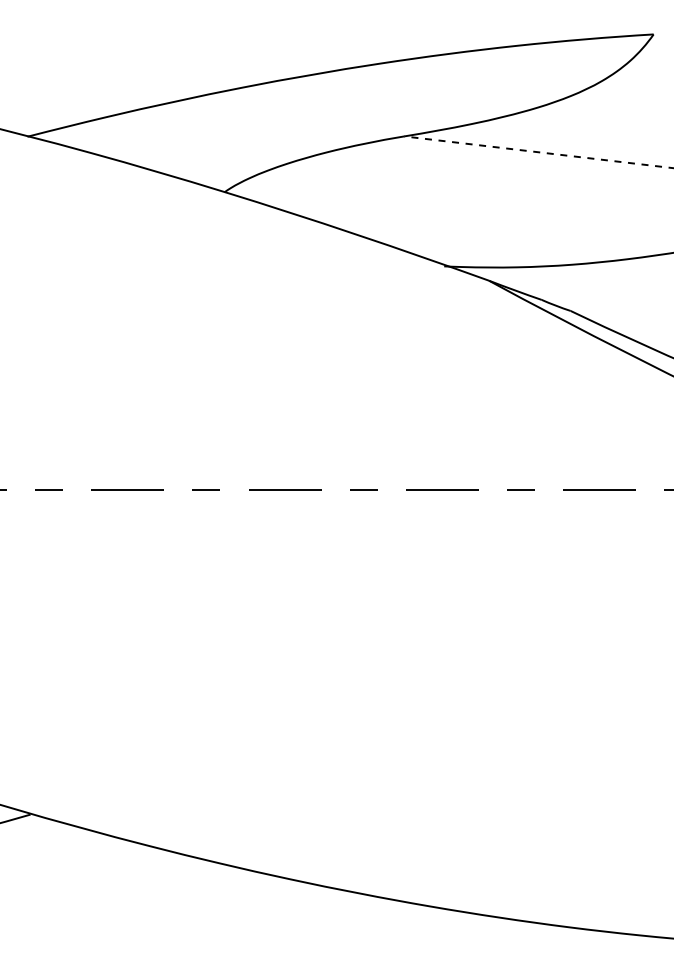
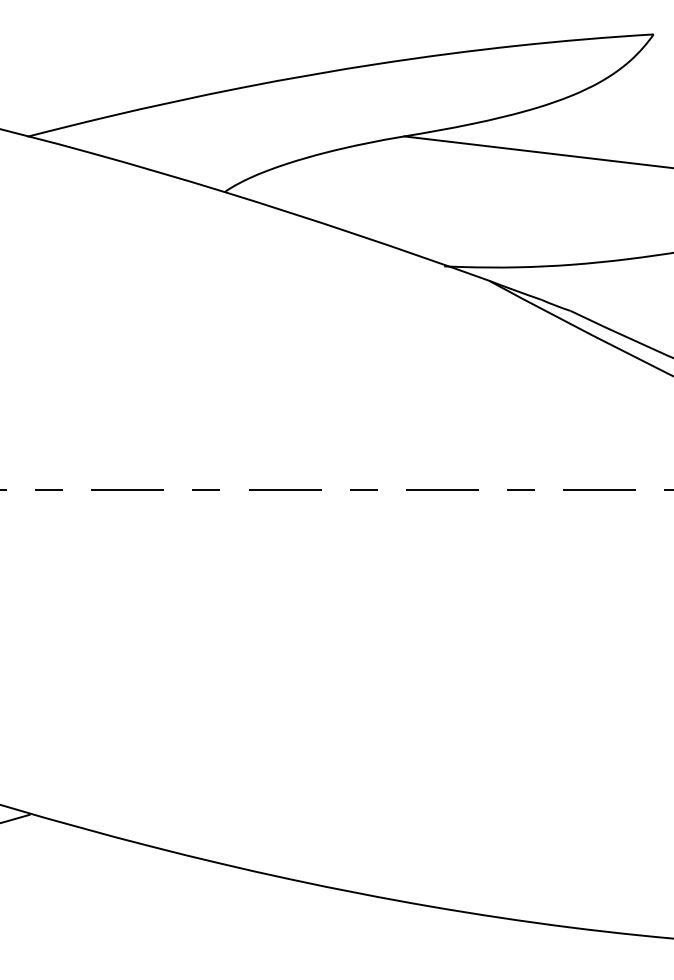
line at (538, 152): dashed -> solid
